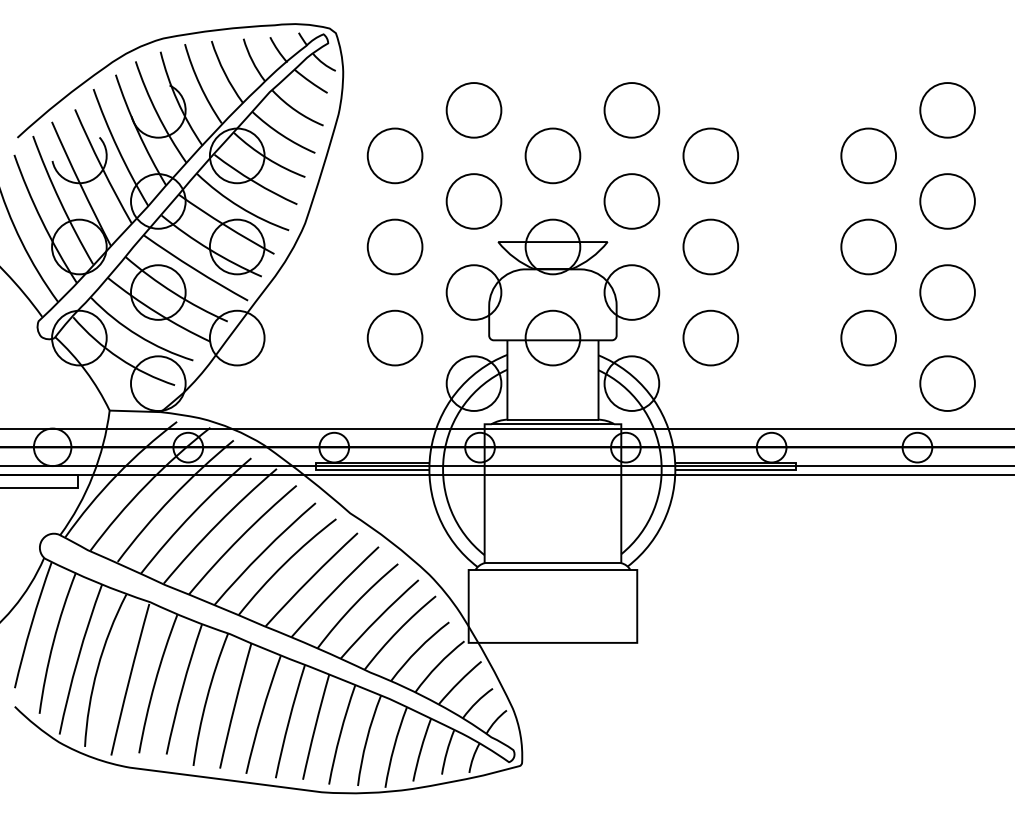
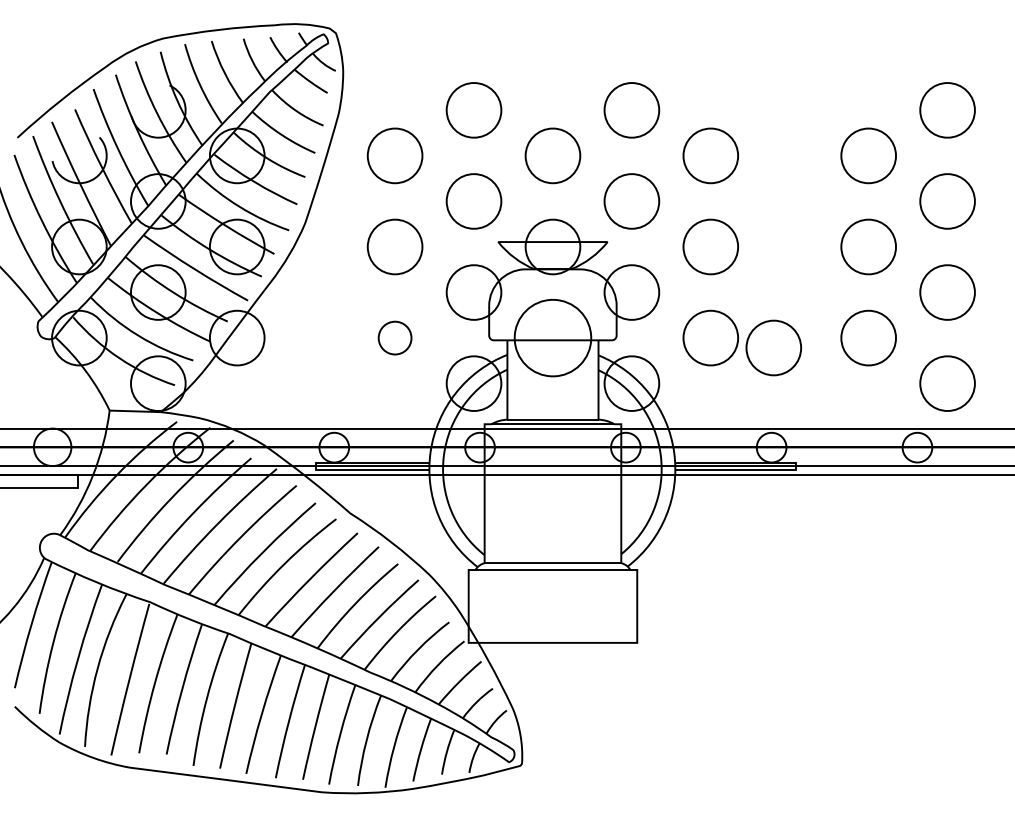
circle at (394, 337) diameter: 55 px -> 33 px
circle at (552, 337) diameter: 55 px -> 77 px
circle at (773, 347): none -> present
